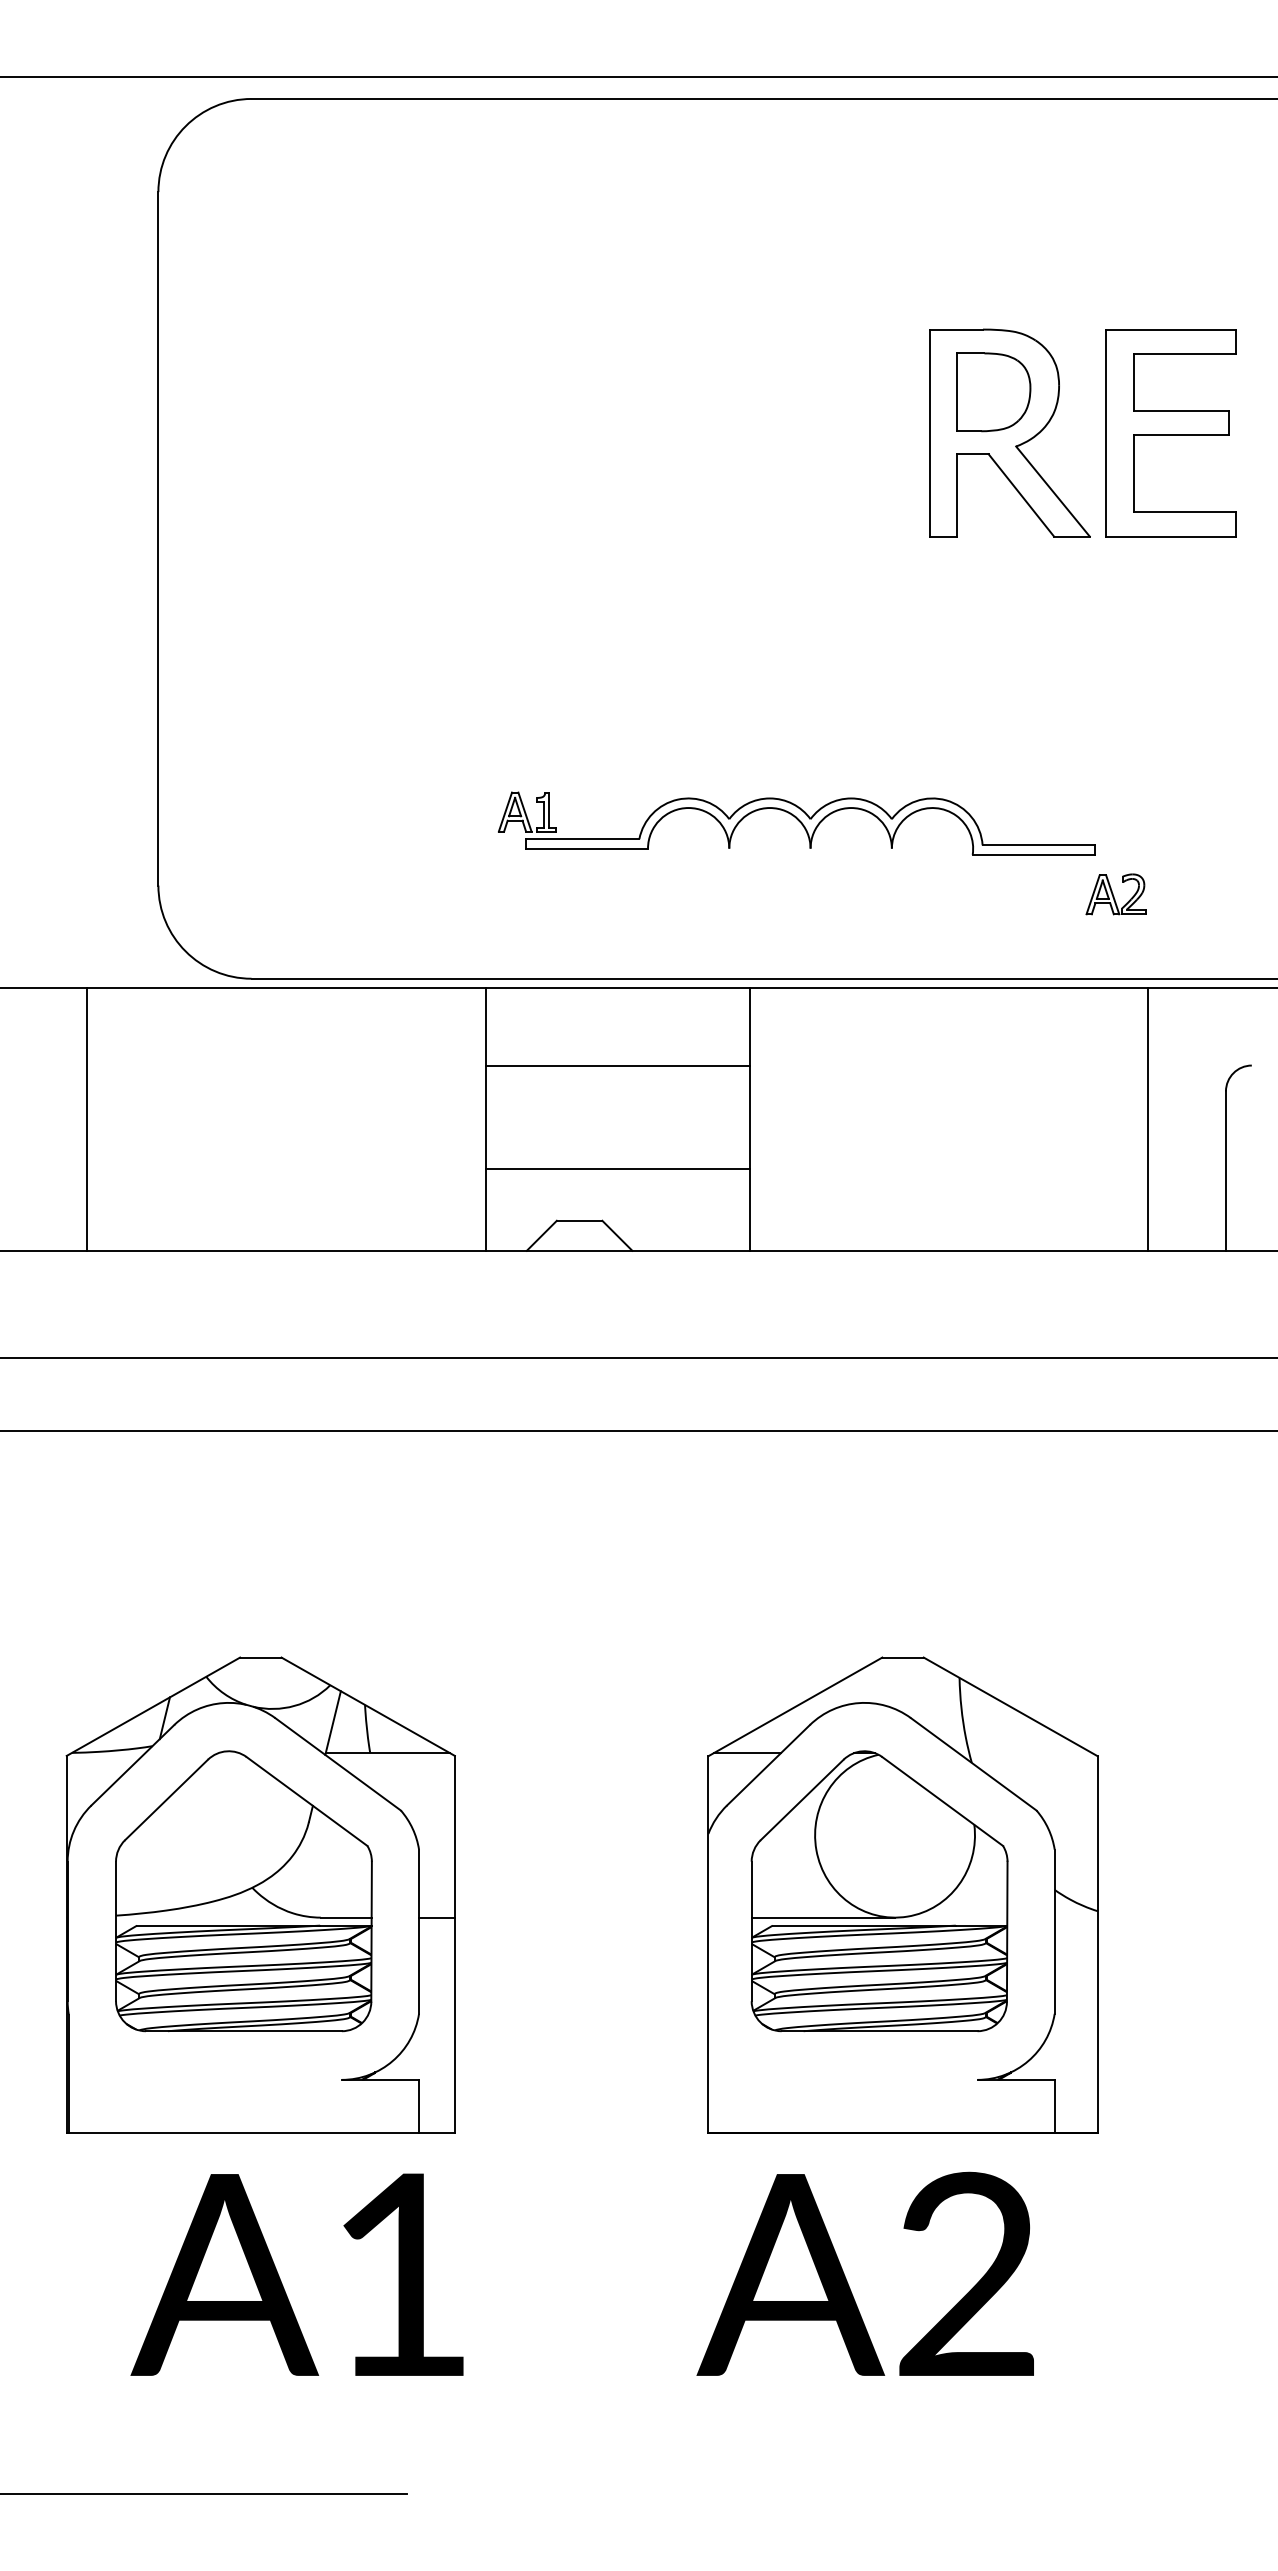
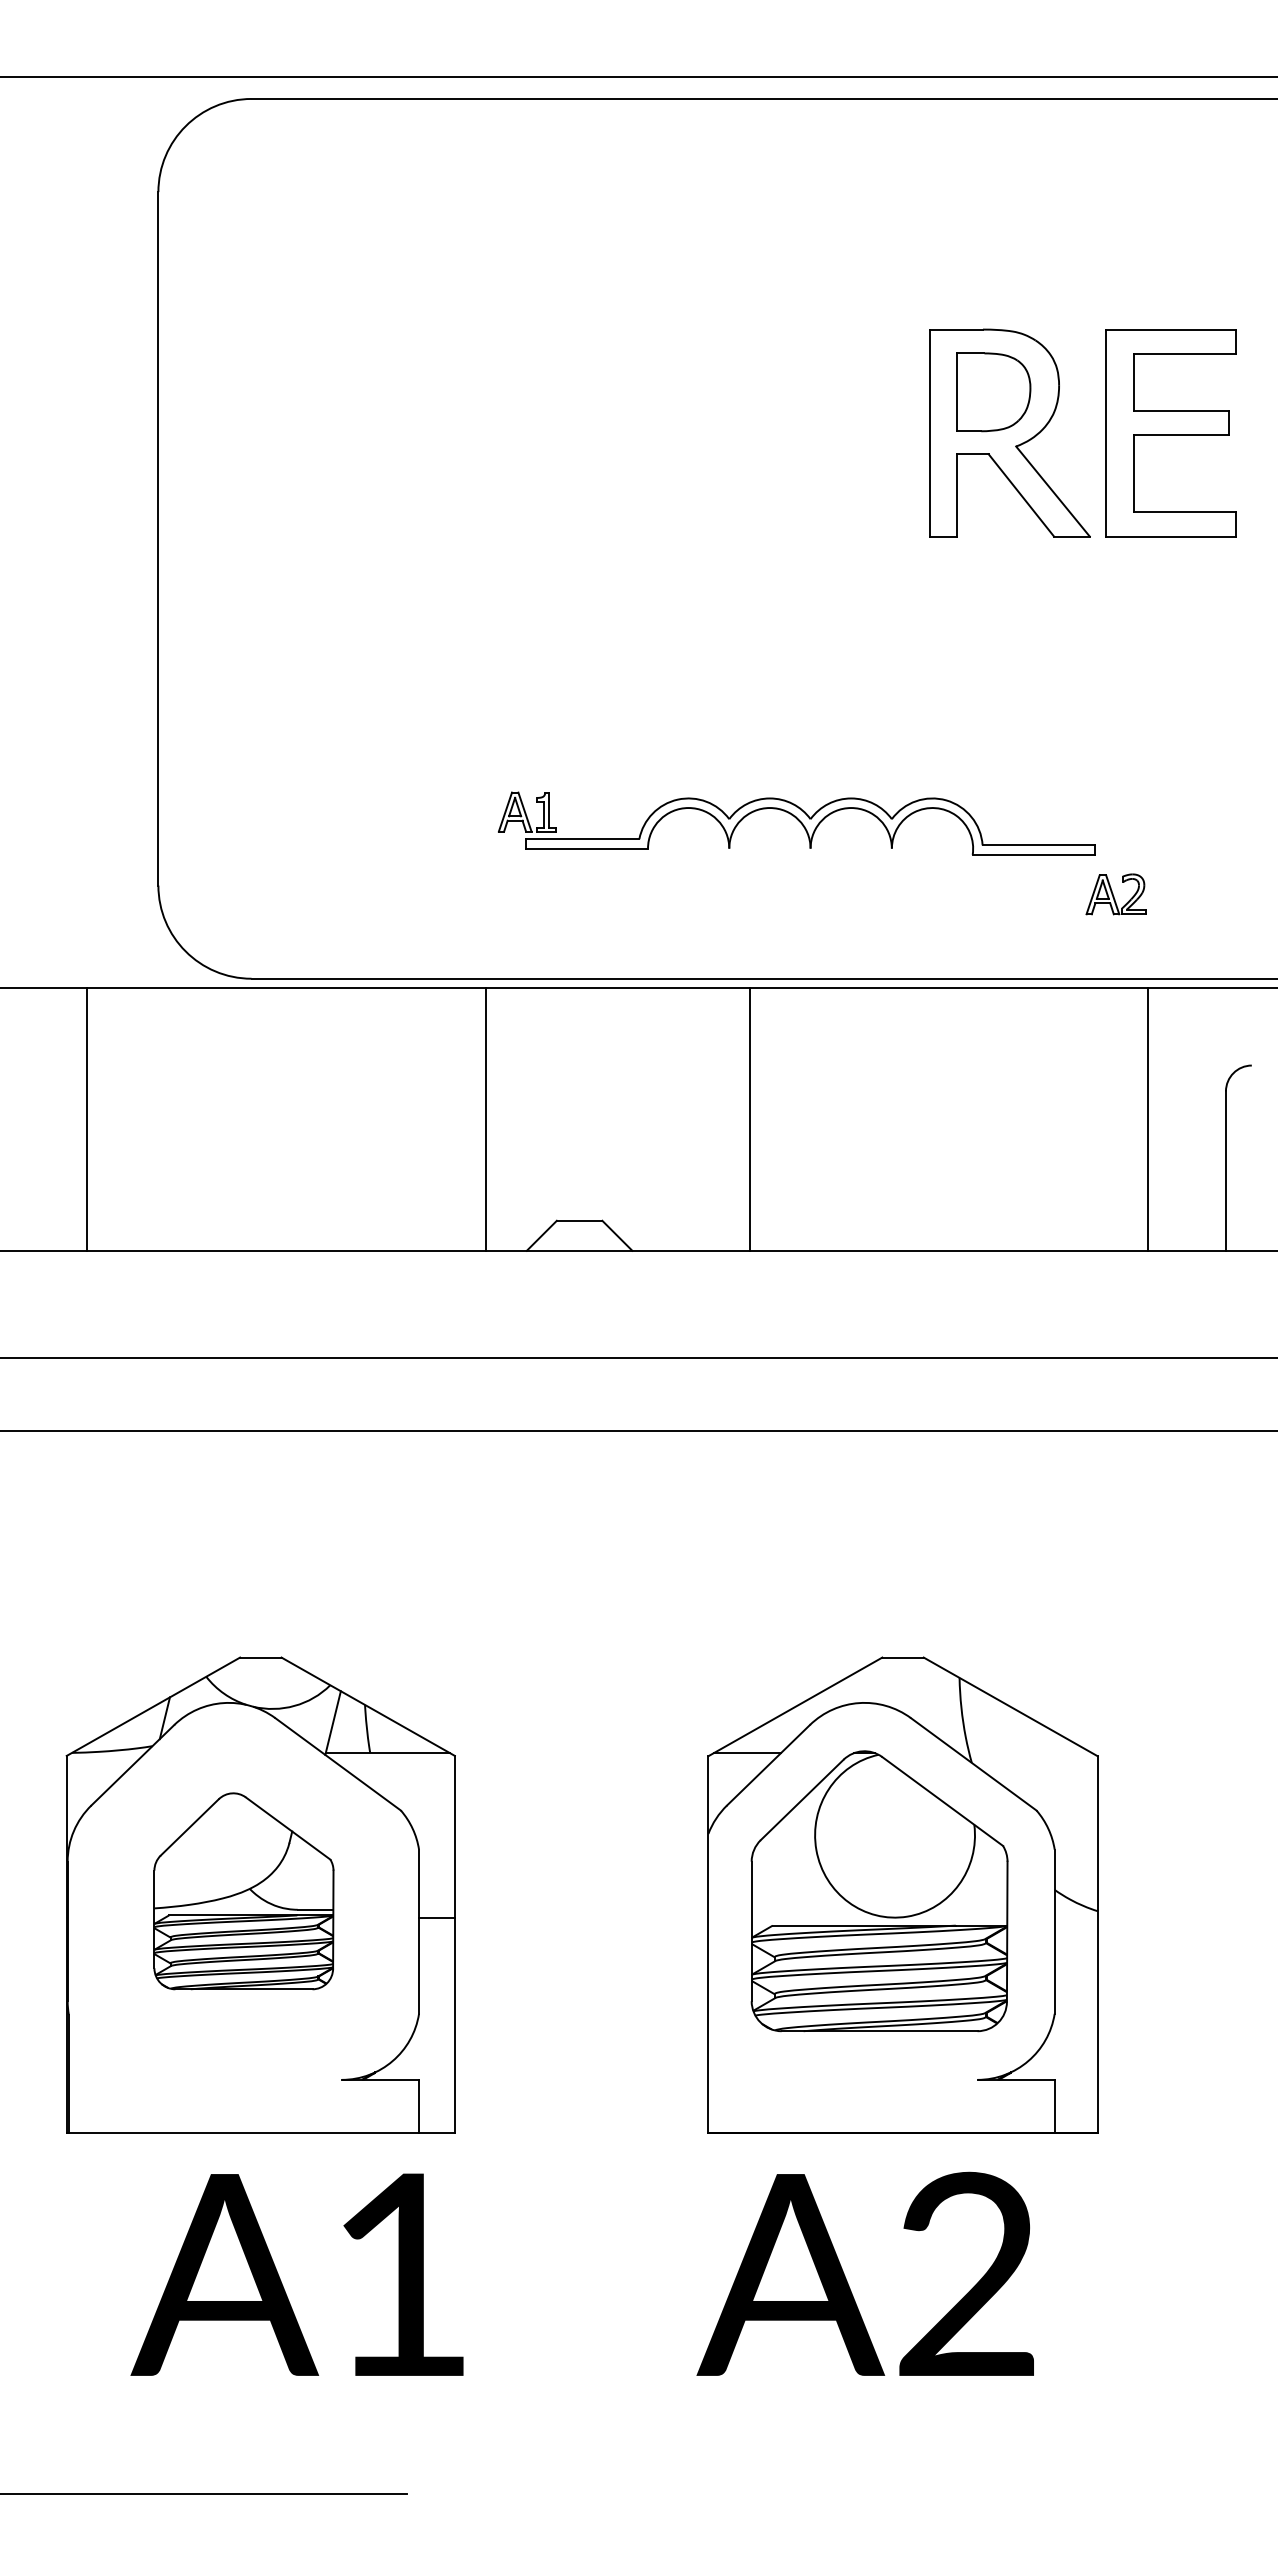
line at (617, 1065): present -> none
line at (617, 1169): present -> none
part at (243, 1891) size: 258x283 px -> 182x199 px
line at (823, 1917): present -> none
